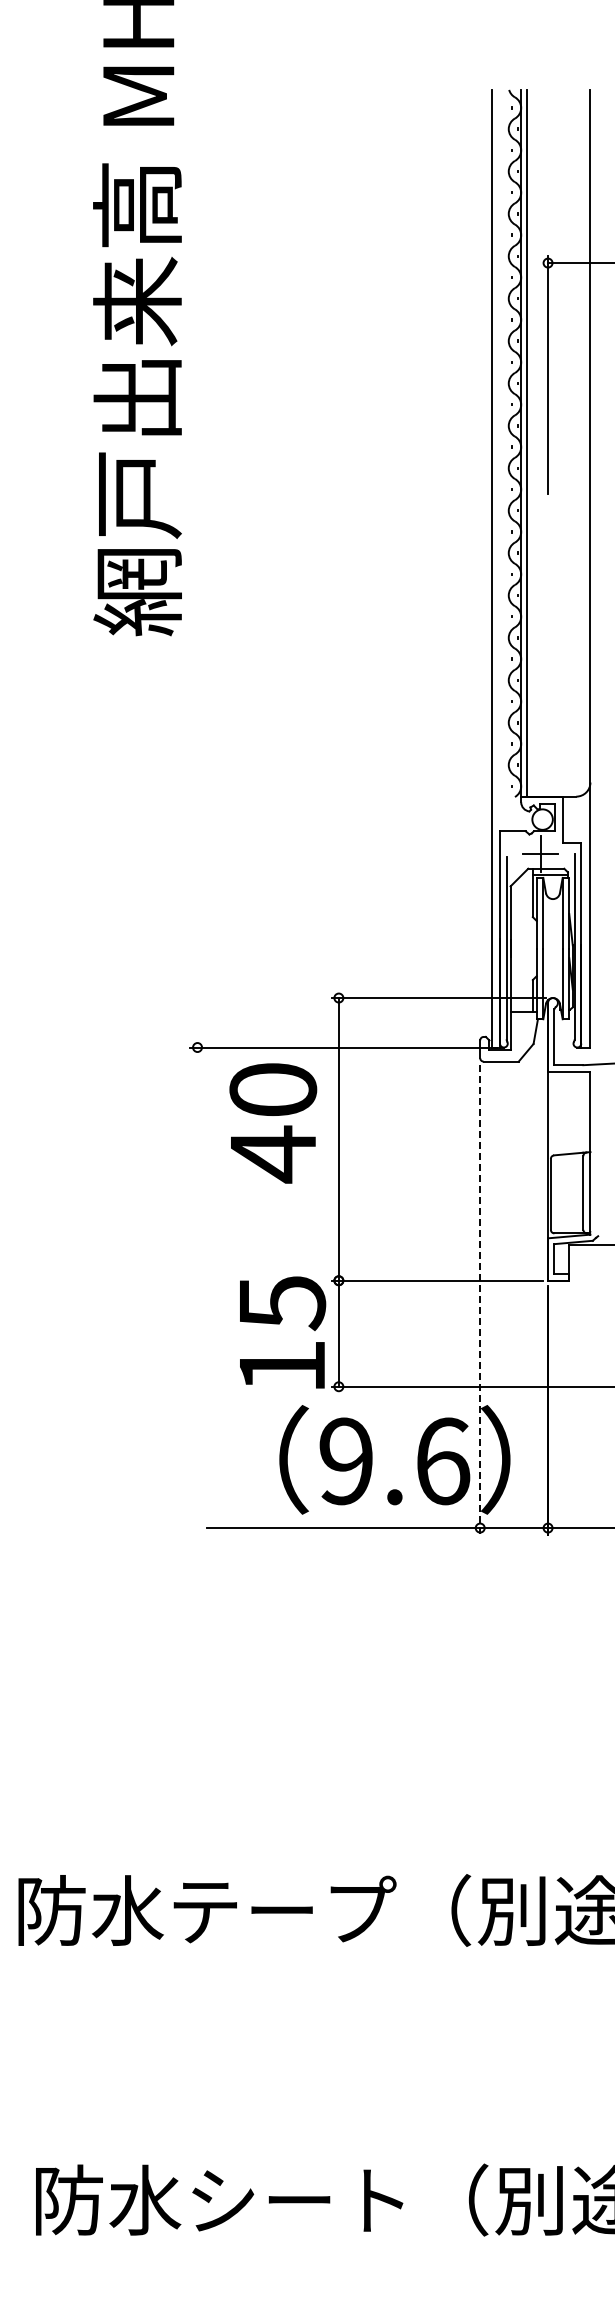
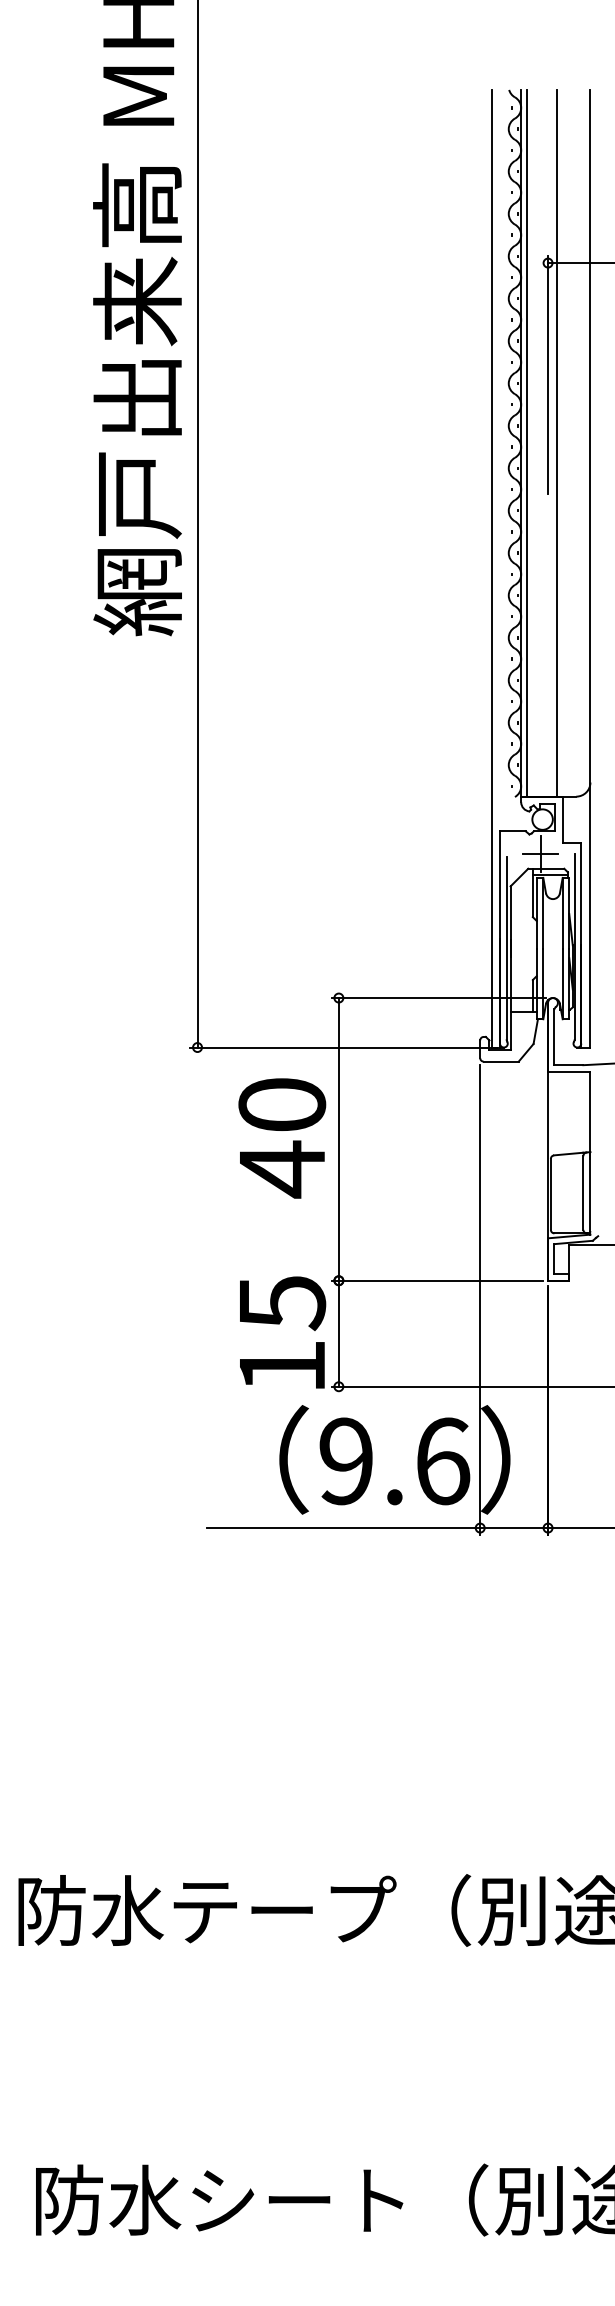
line at (556, 442): none -> present
line at (197, 524): none -> present
text at (273, 1123) position: (273, 1123) -> (282, 1138)
line at (480, 1300): dashed -> solid
